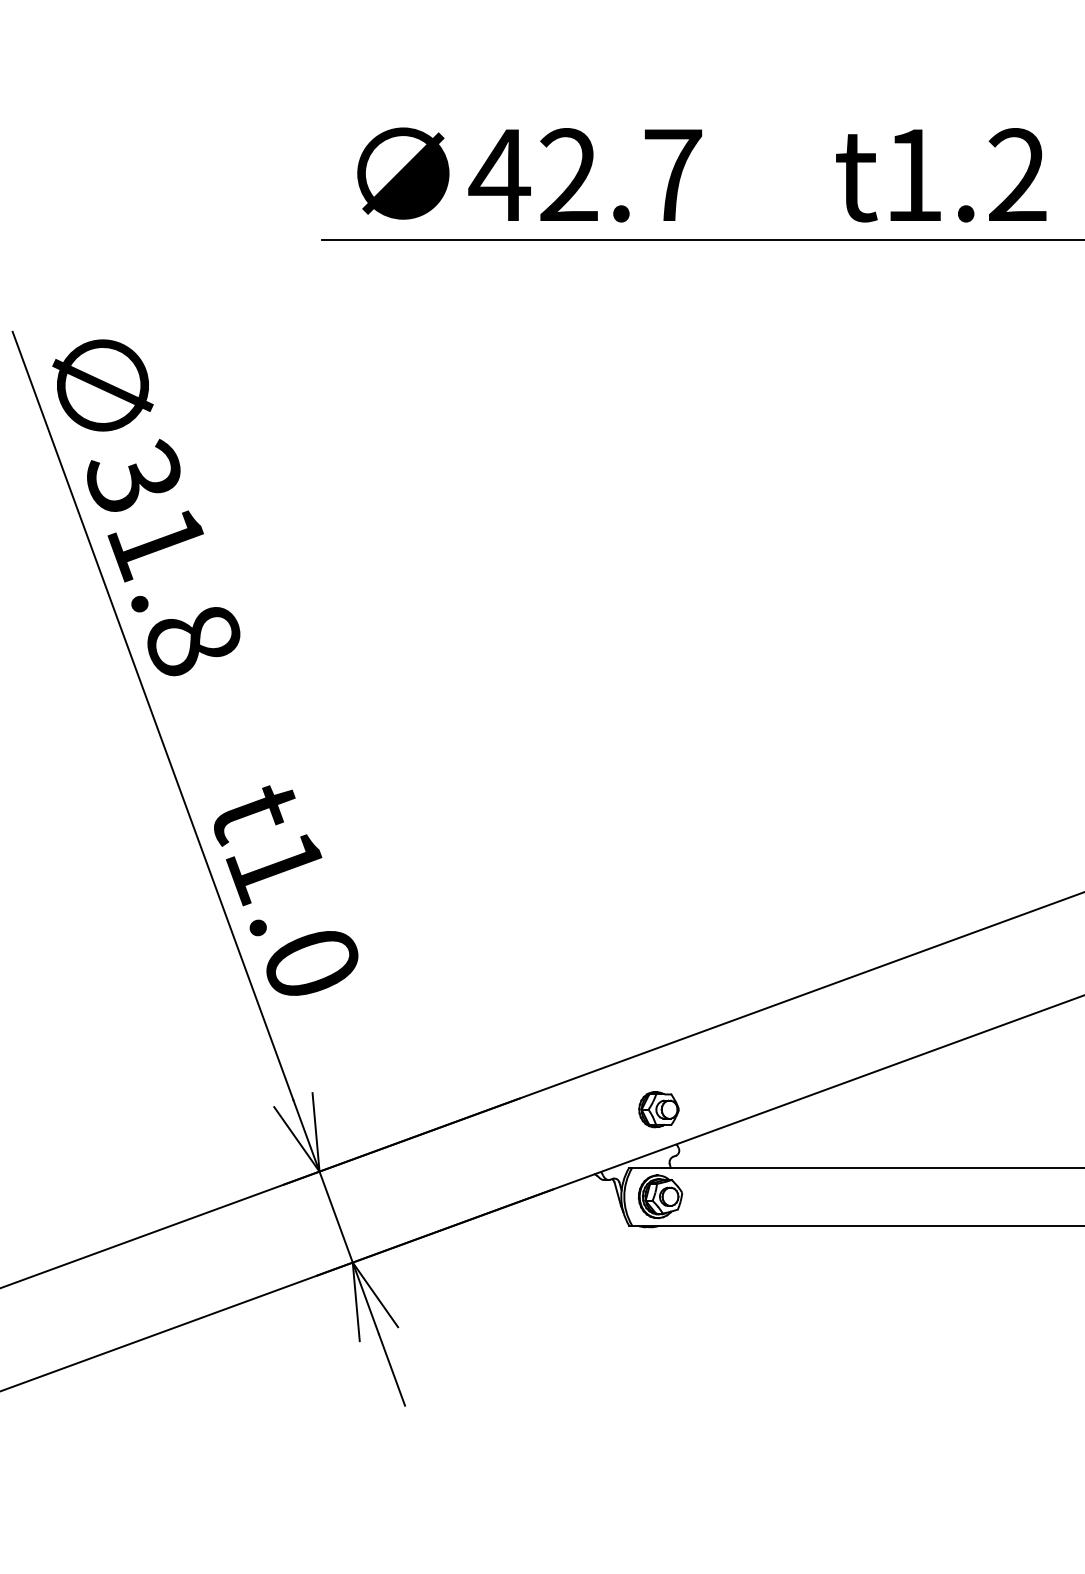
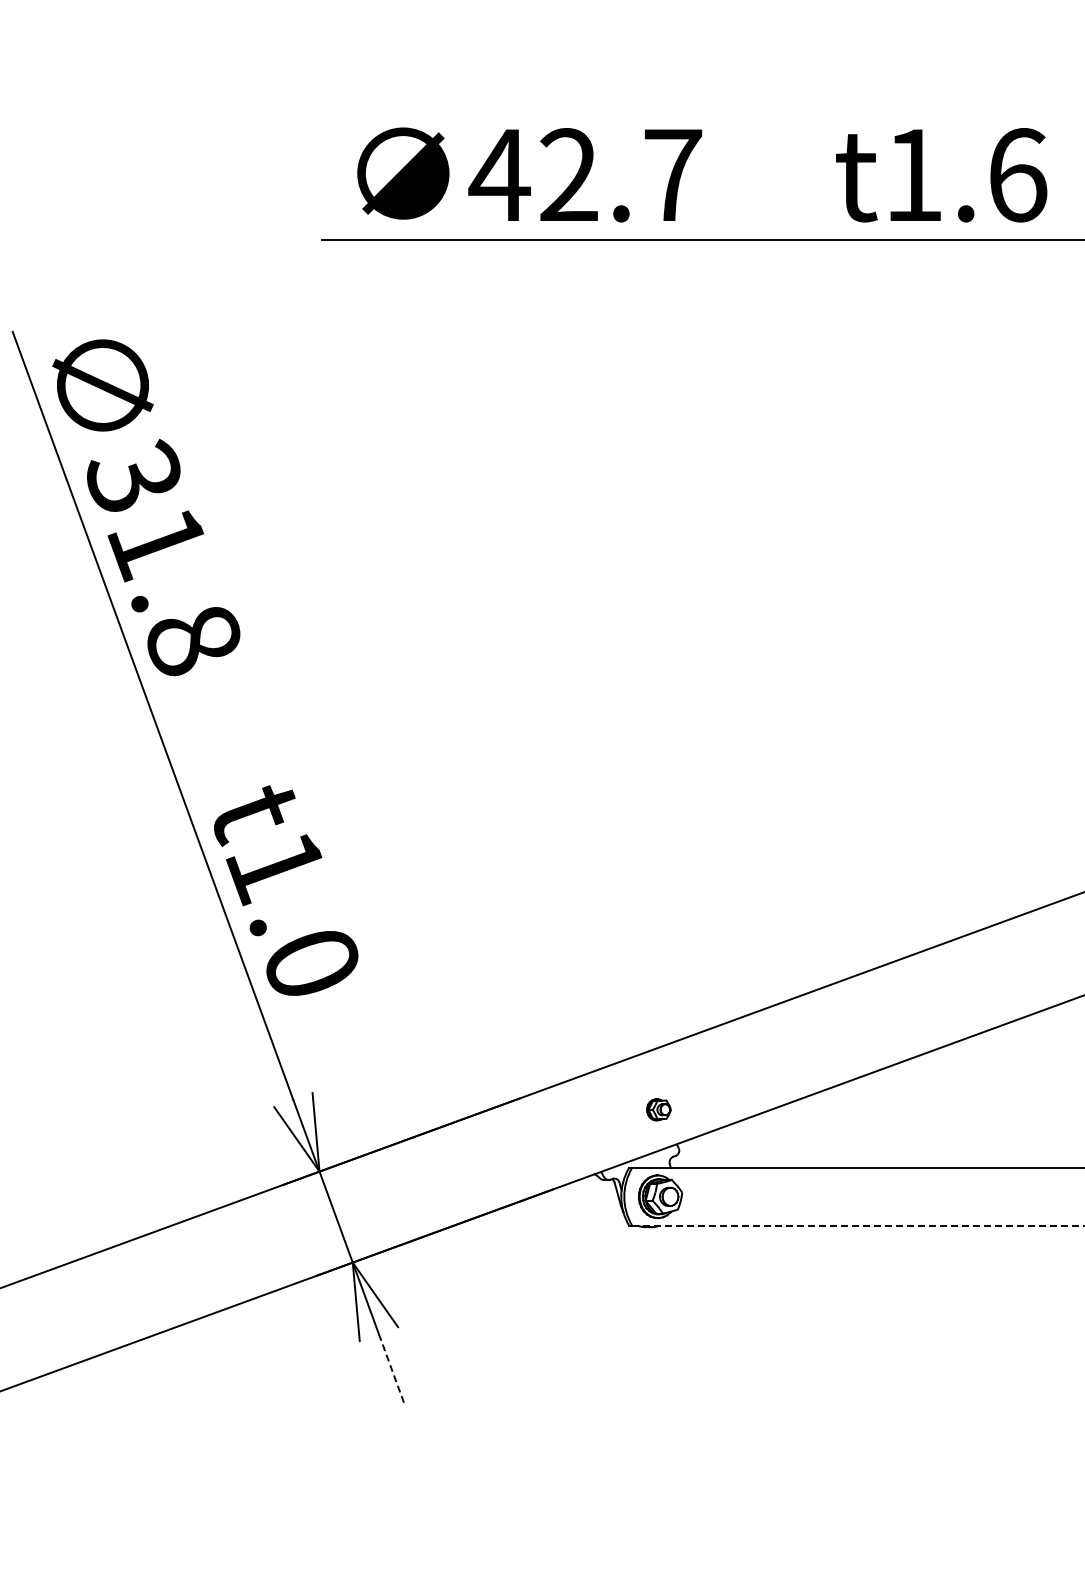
text at (1017, 175): t1.2 -> t1.6
part at (658, 1109) size: 42x38 px -> 26x24 px
line at (859, 1225): solid -> dashed
line at (392, 1370): solid -> dashed
